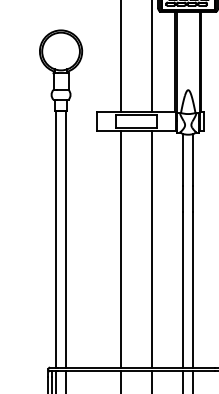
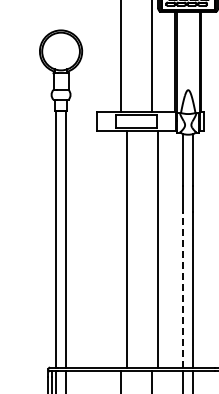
line at (121, 248) position: (121, 248) -> (127, 248)
line at (151, 248) position: (151, 248) -> (157, 248)
line at (183, 289): solid -> dashed
